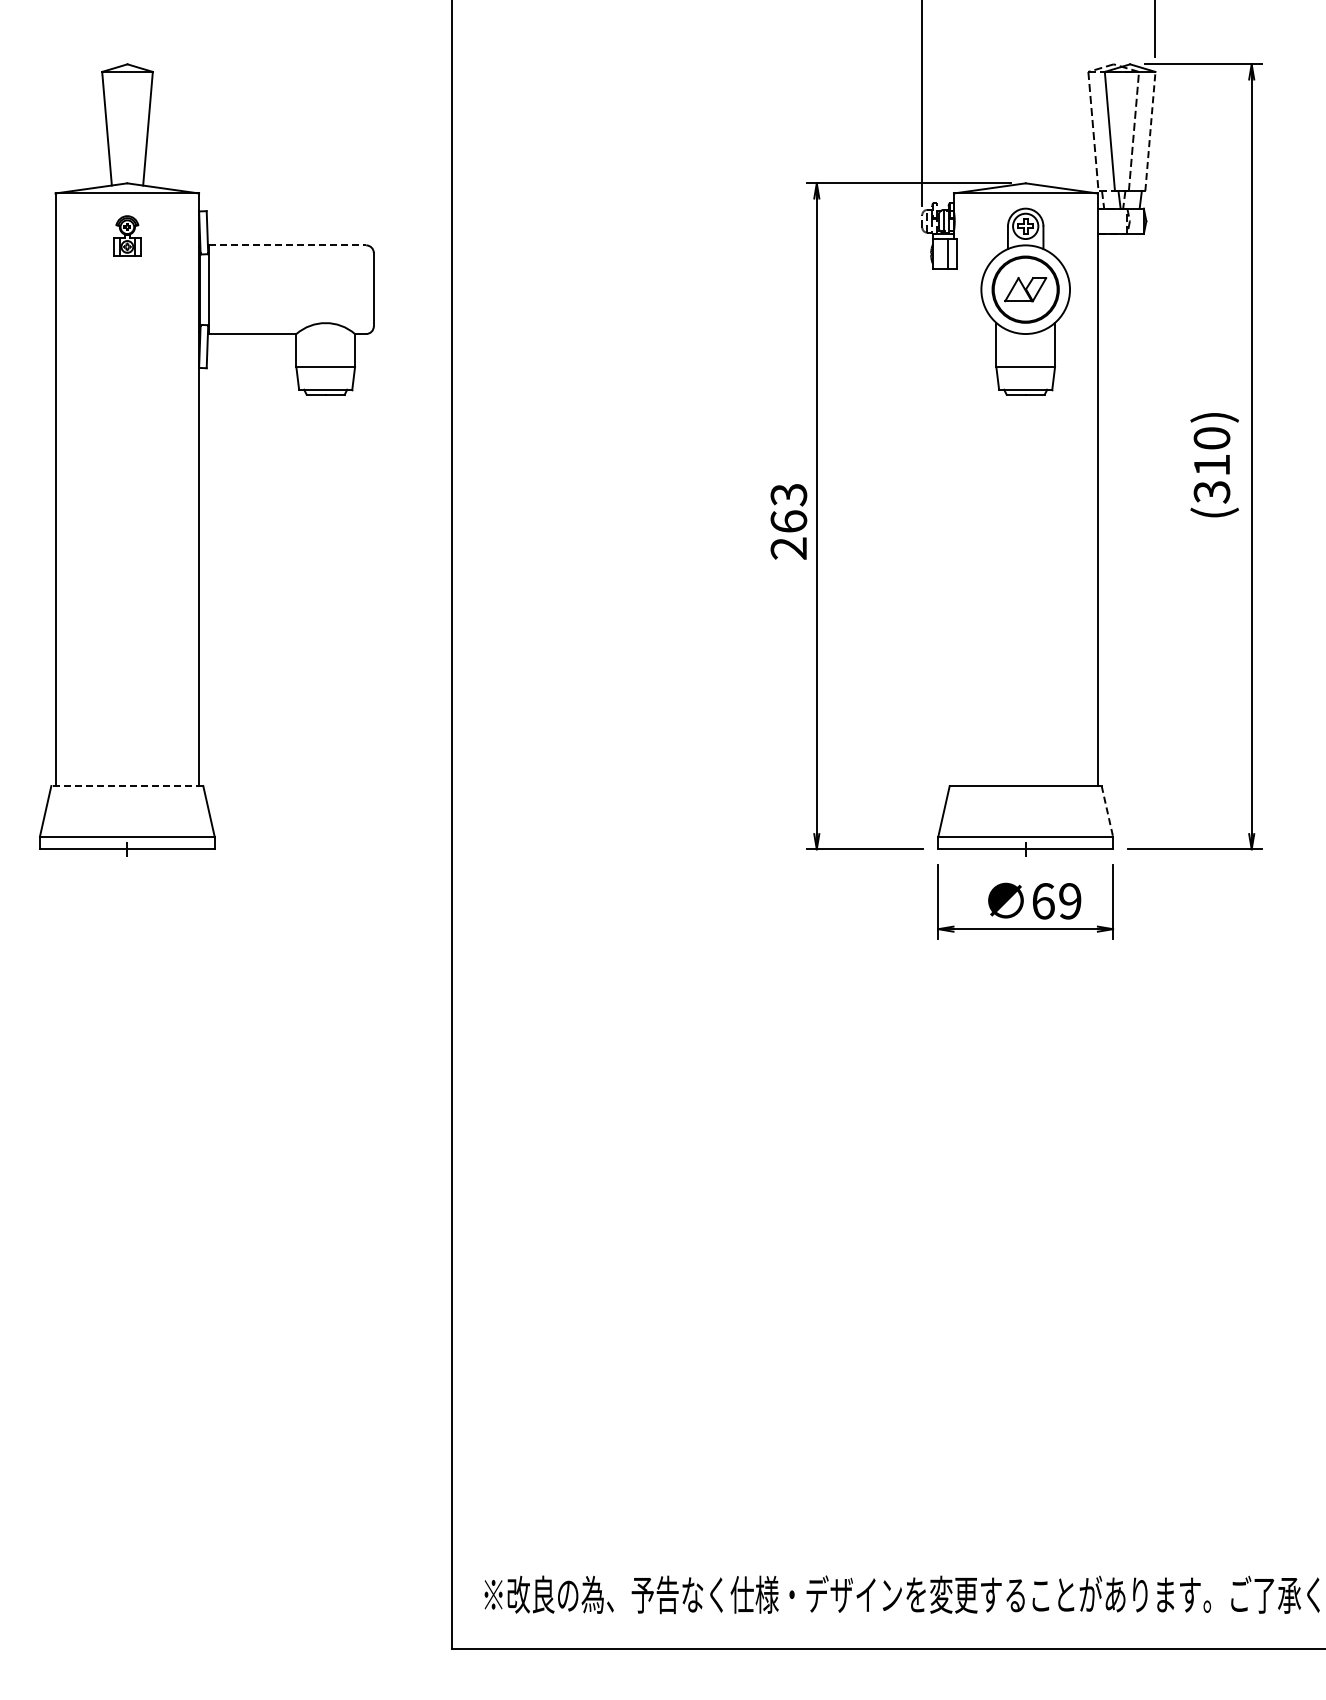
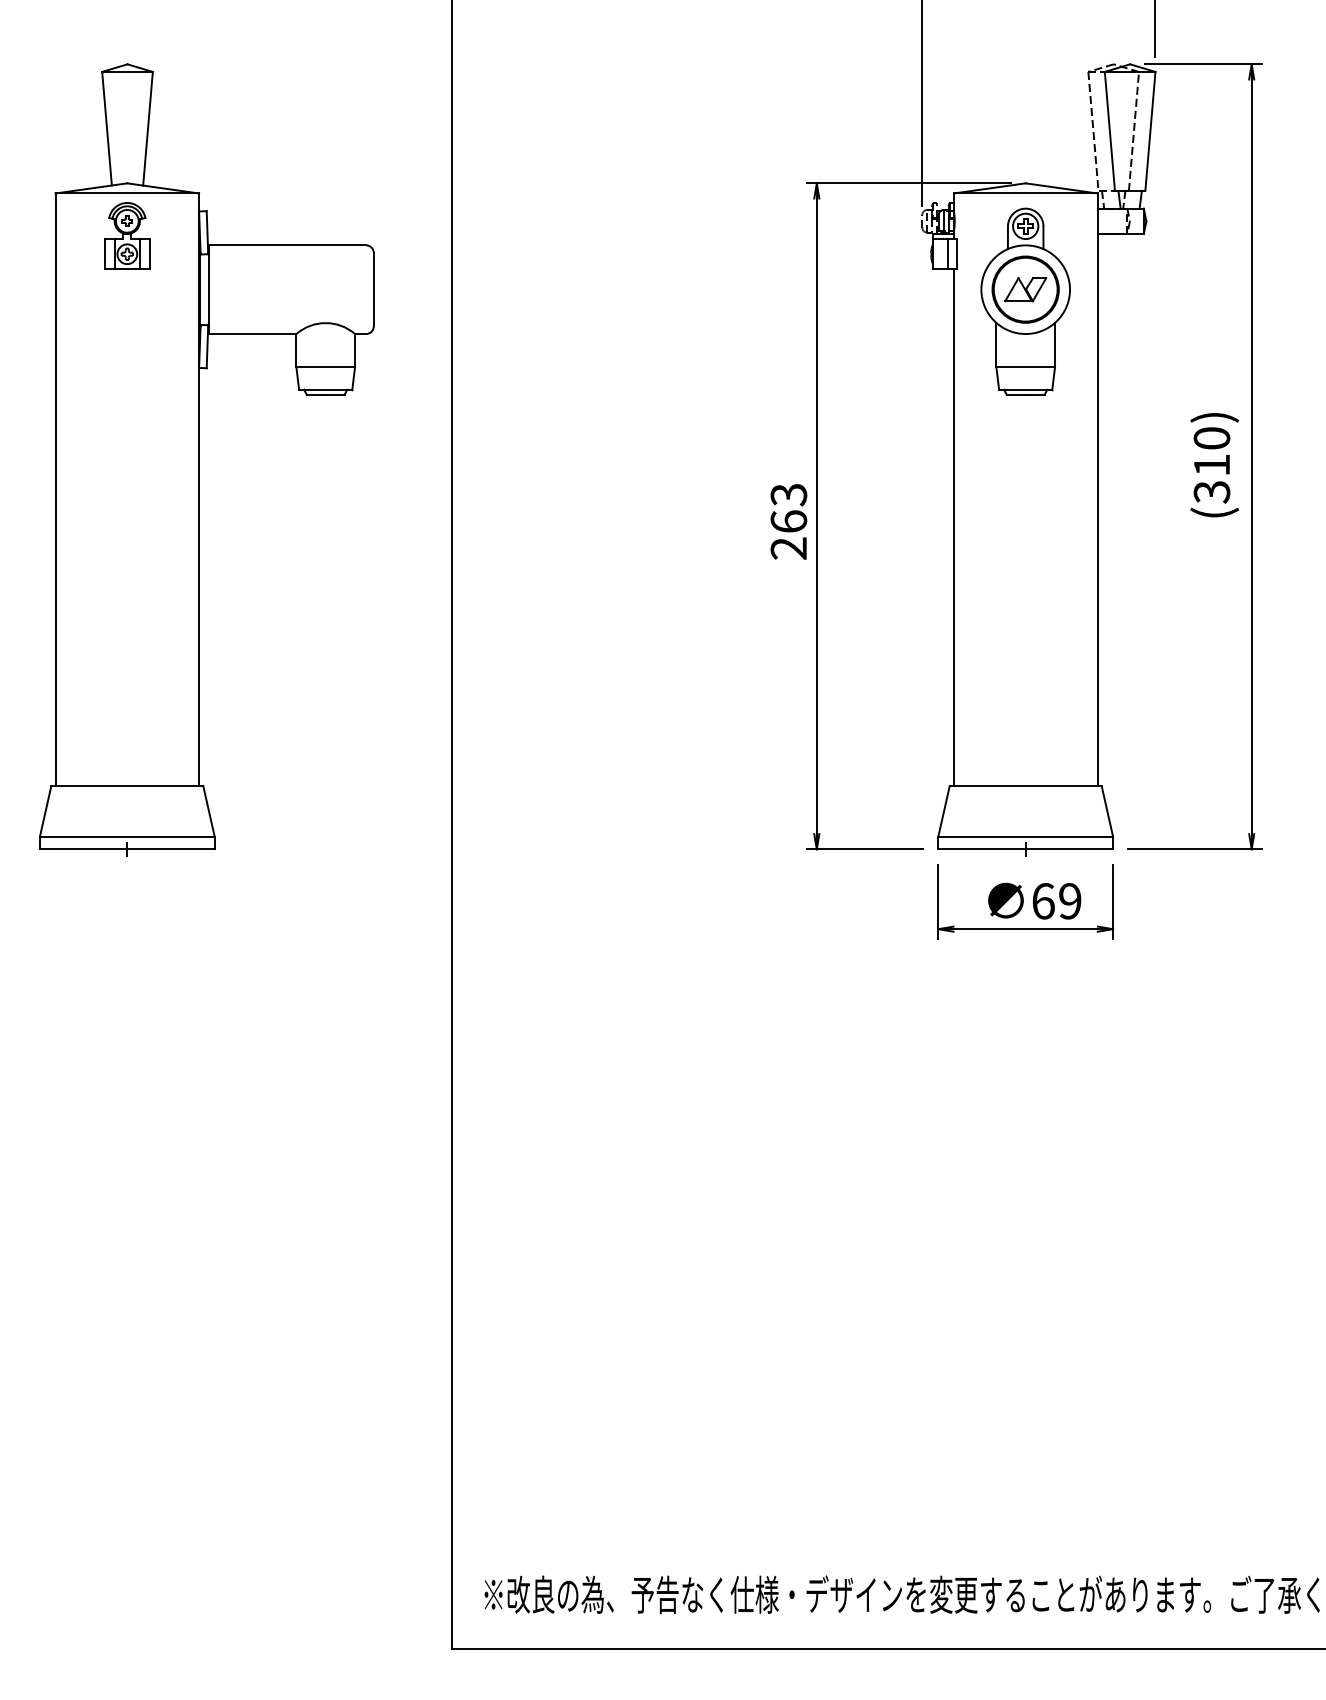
line at (1150, 131): dashed -> solid
part at (127, 235) size: 29x42 px -> 47x68 px
line at (288, 245): dashed -> solid
line at (953, 527): none -> present
line at (127, 786): dashed -> solid
line at (1107, 811): dashed -> solid
